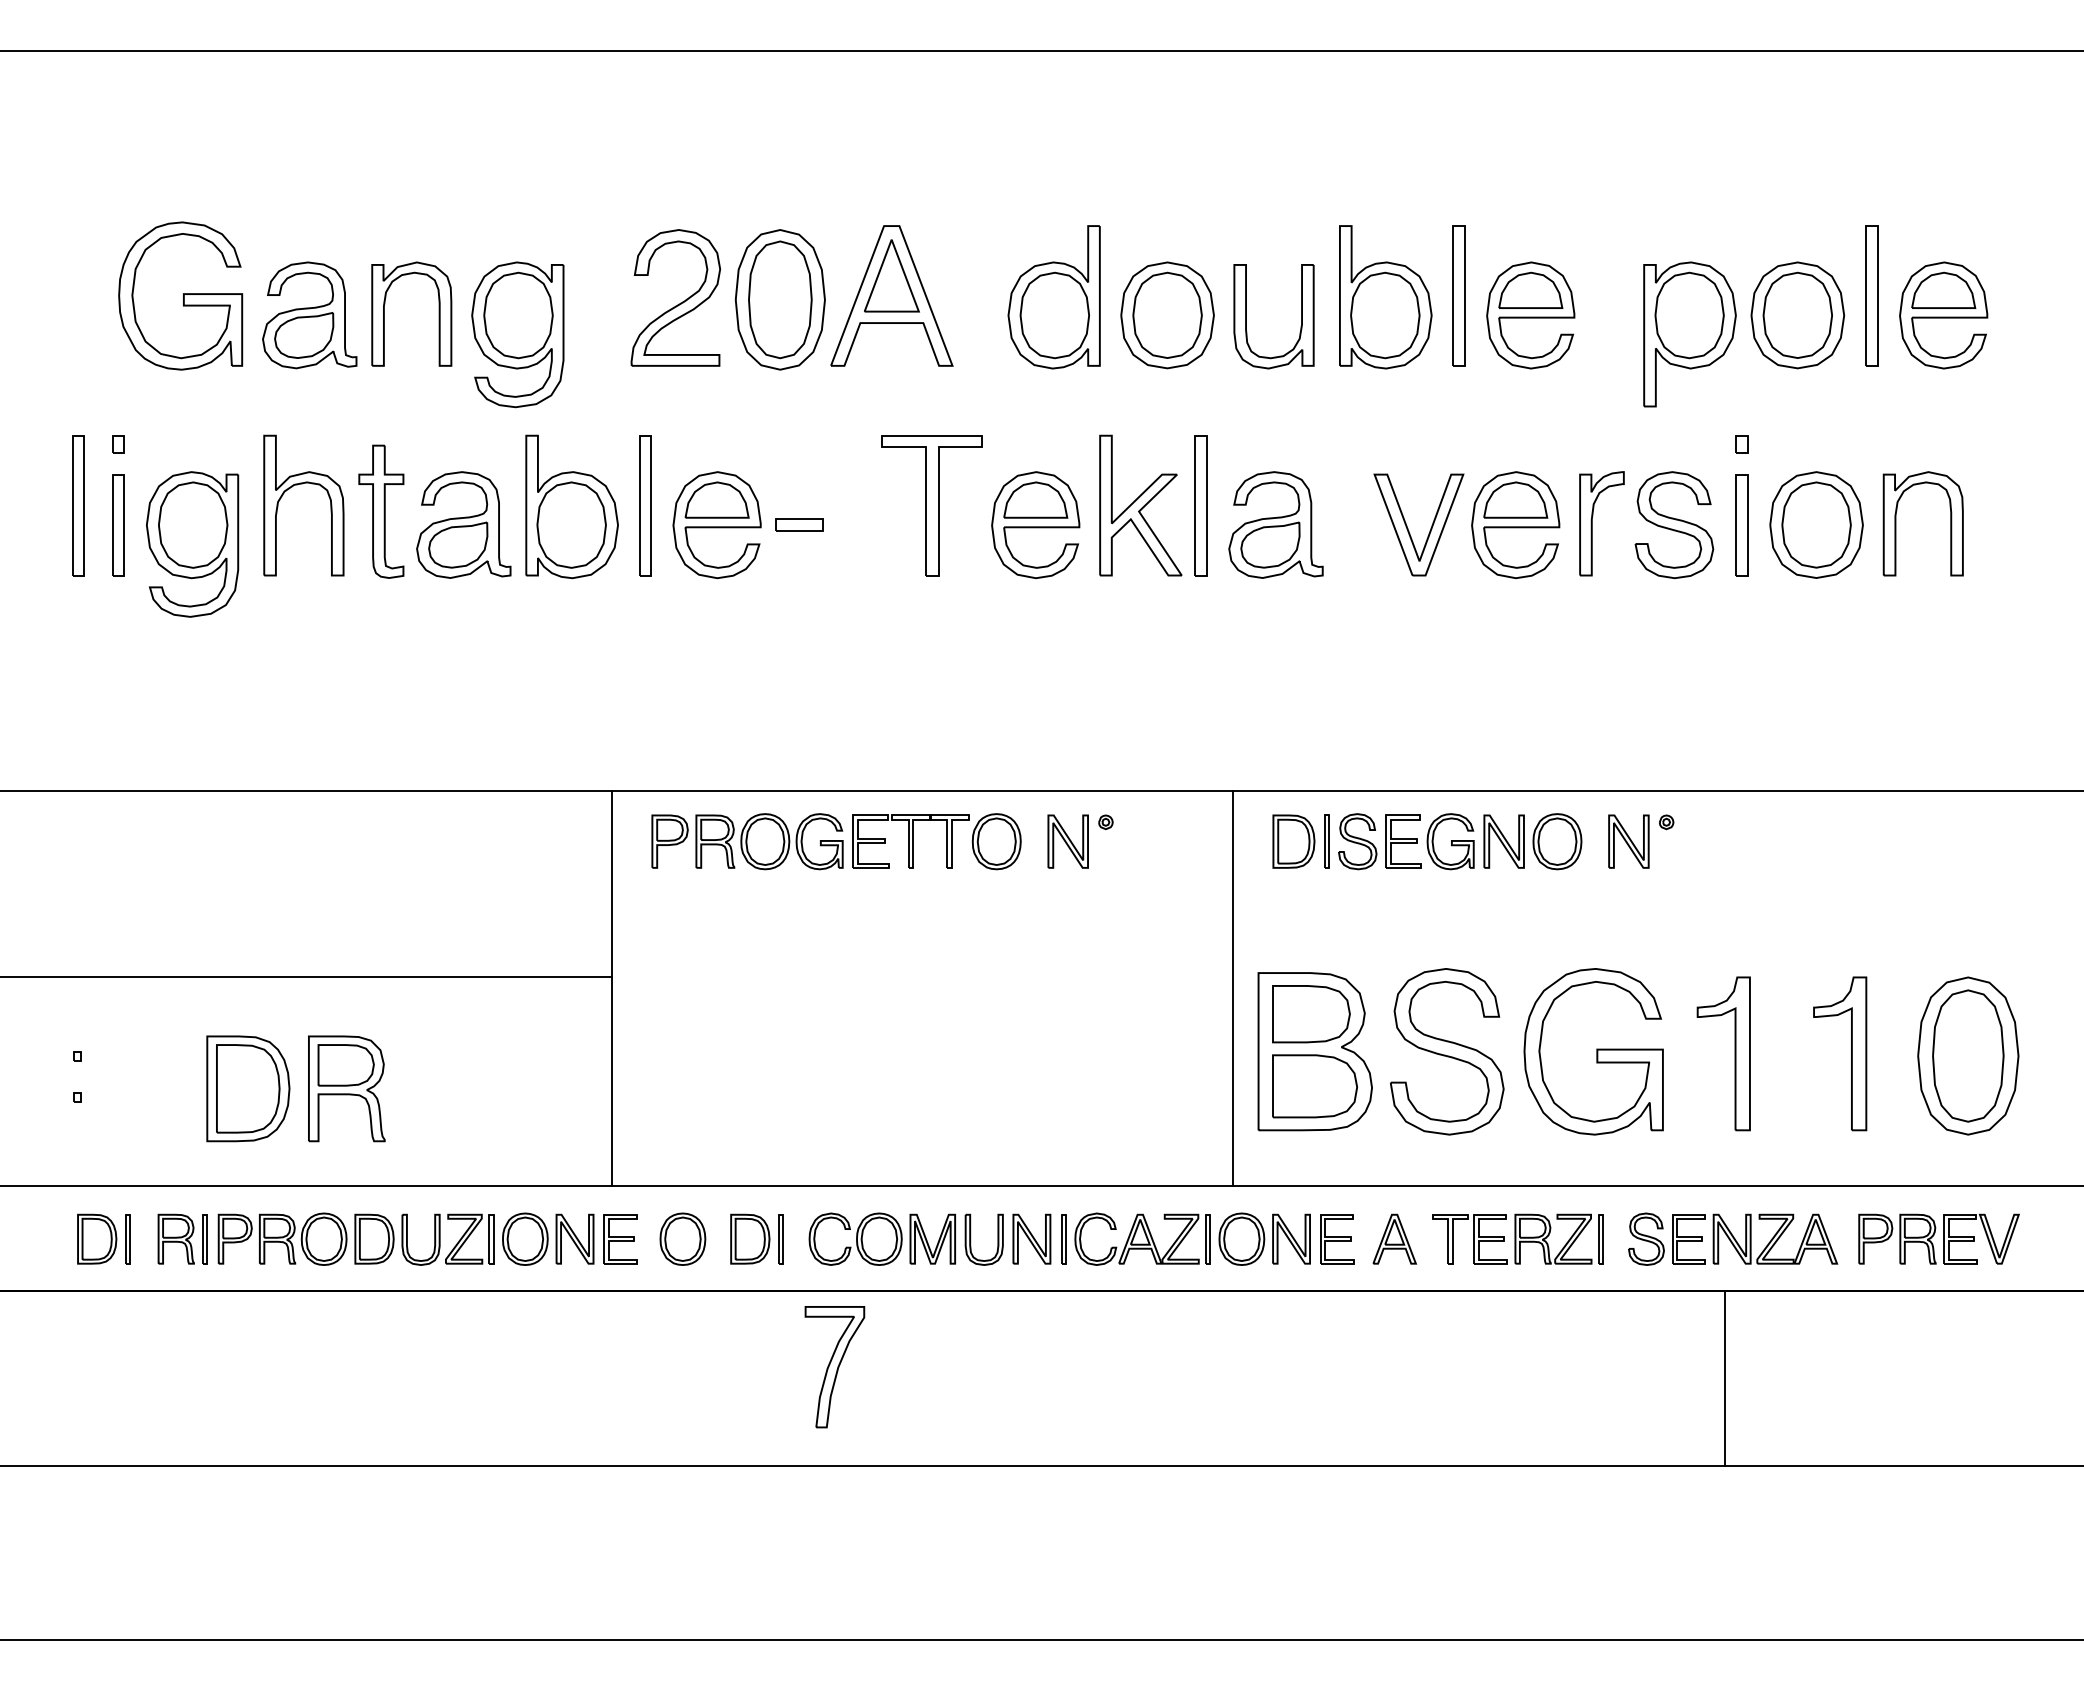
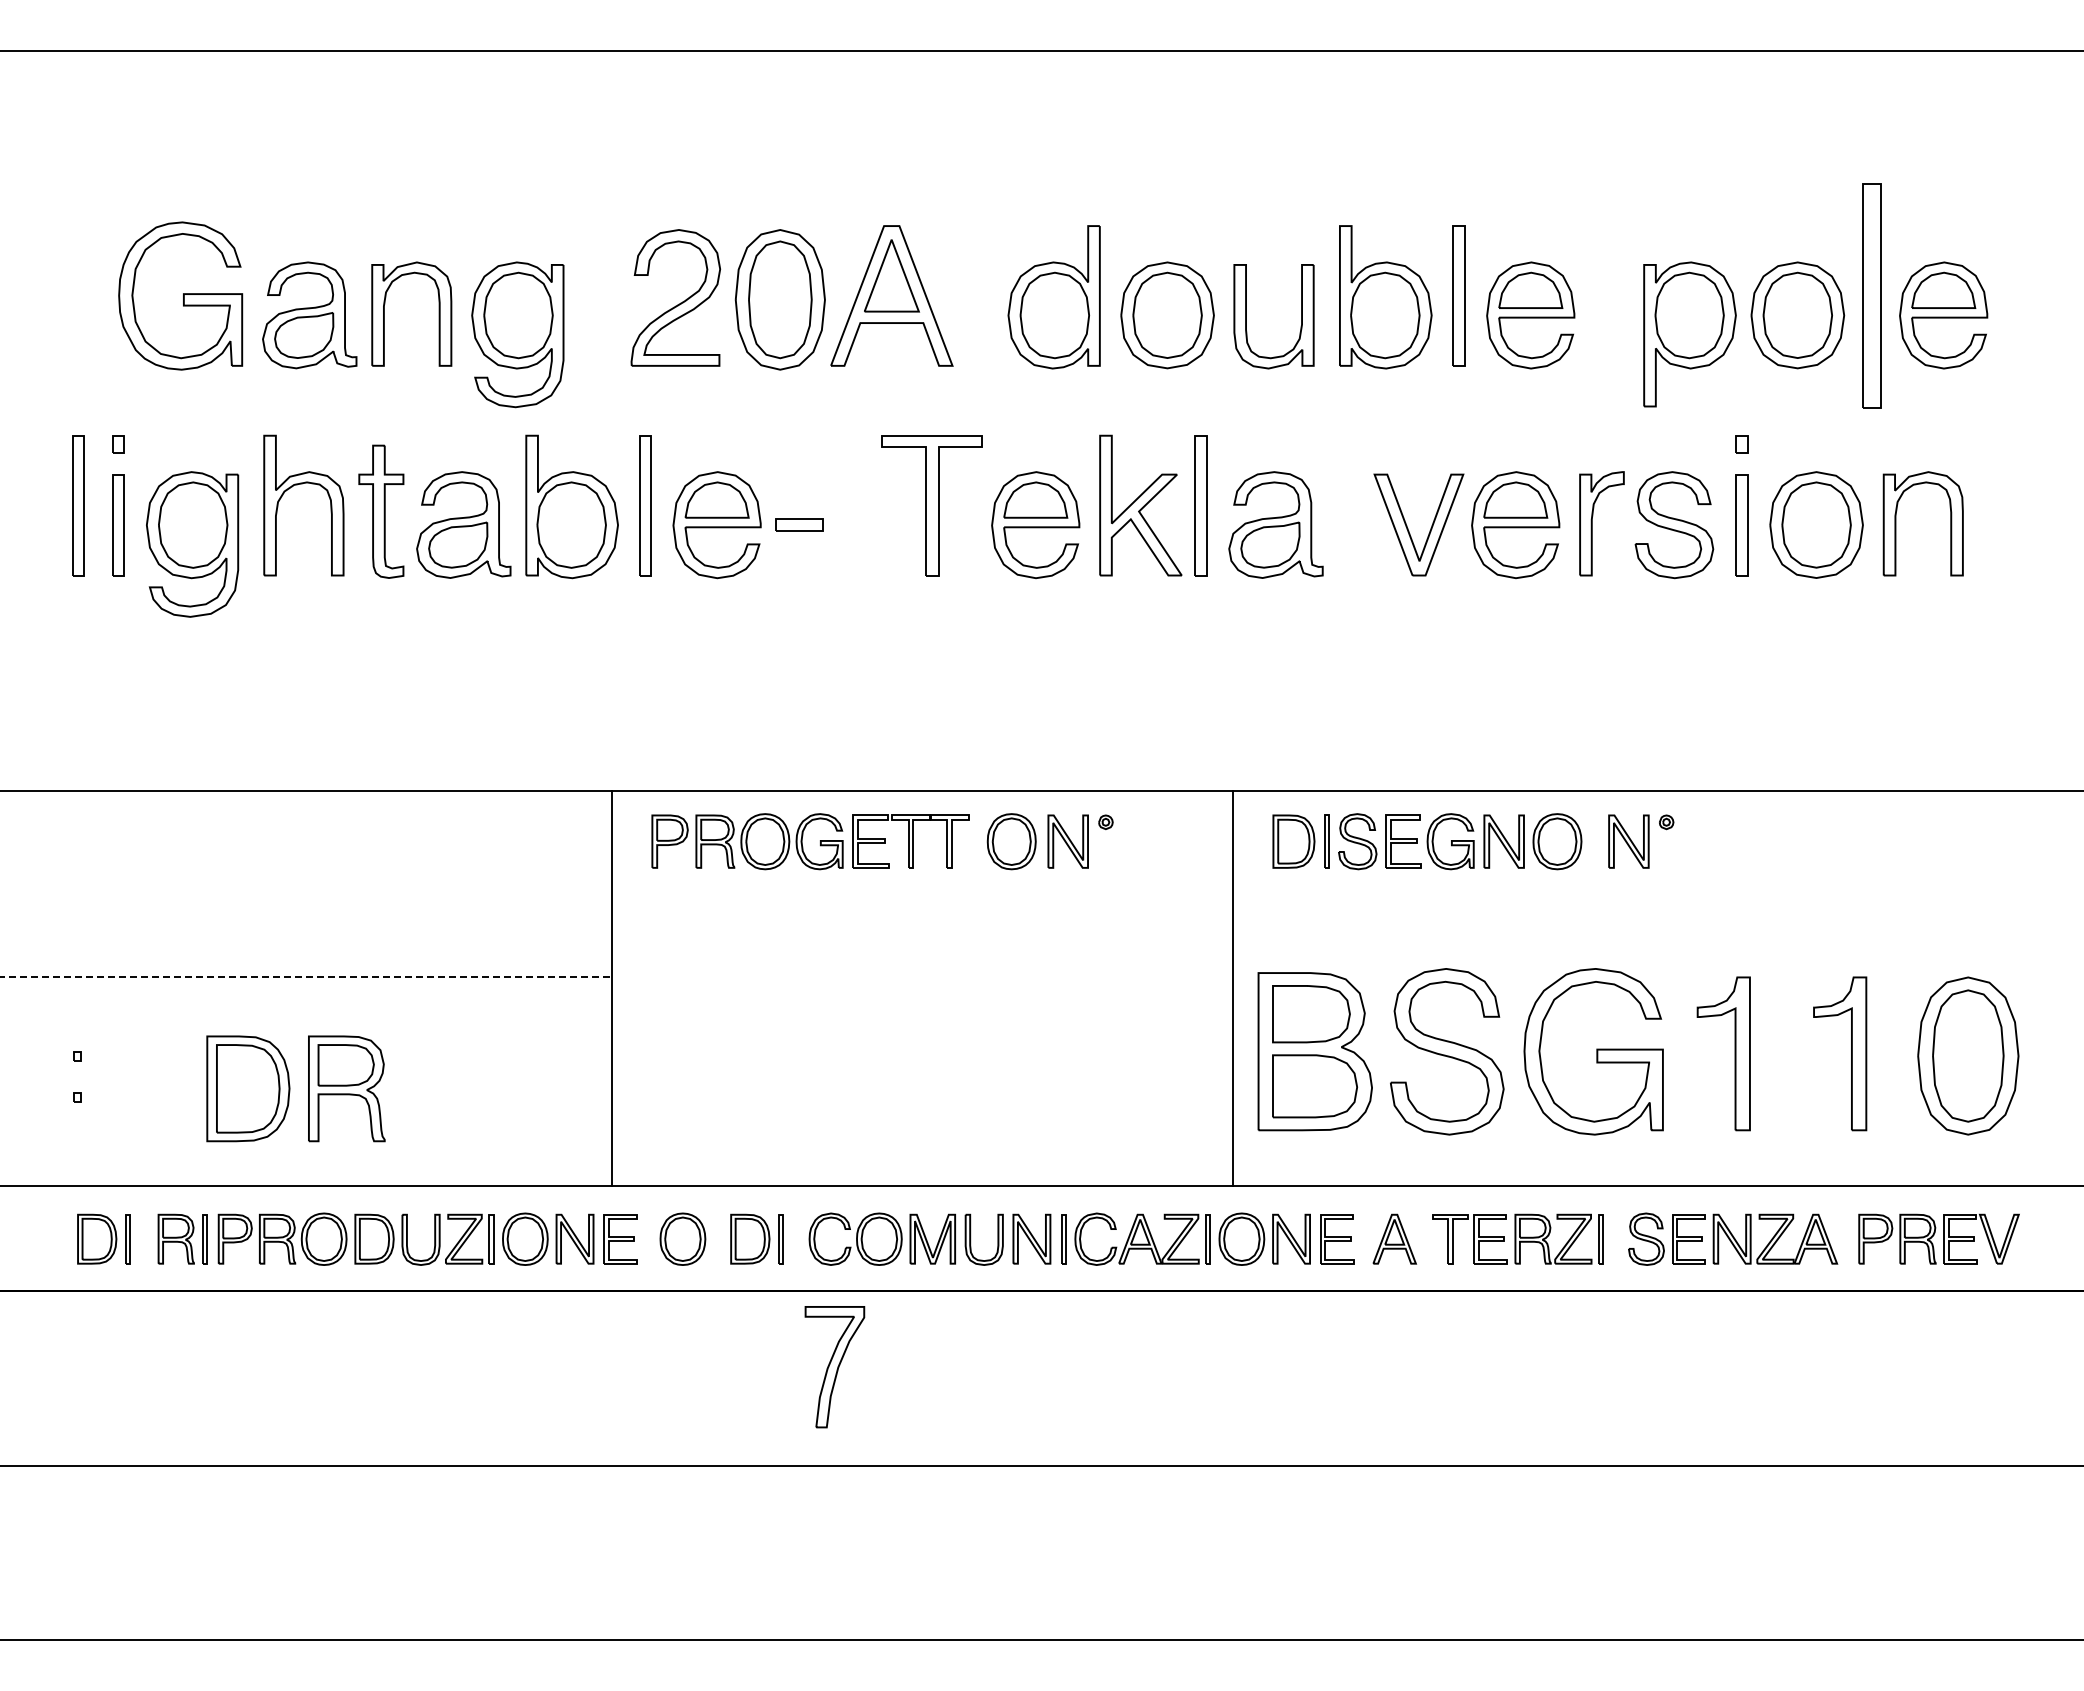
part at (1871, 295) size: 14x142 px -> 20x226 px
part at (996, 841) position: (996, 841) -> (1011, 841)
line at (306, 976): solid -> dashed
line at (1725, 1378): present -> none
